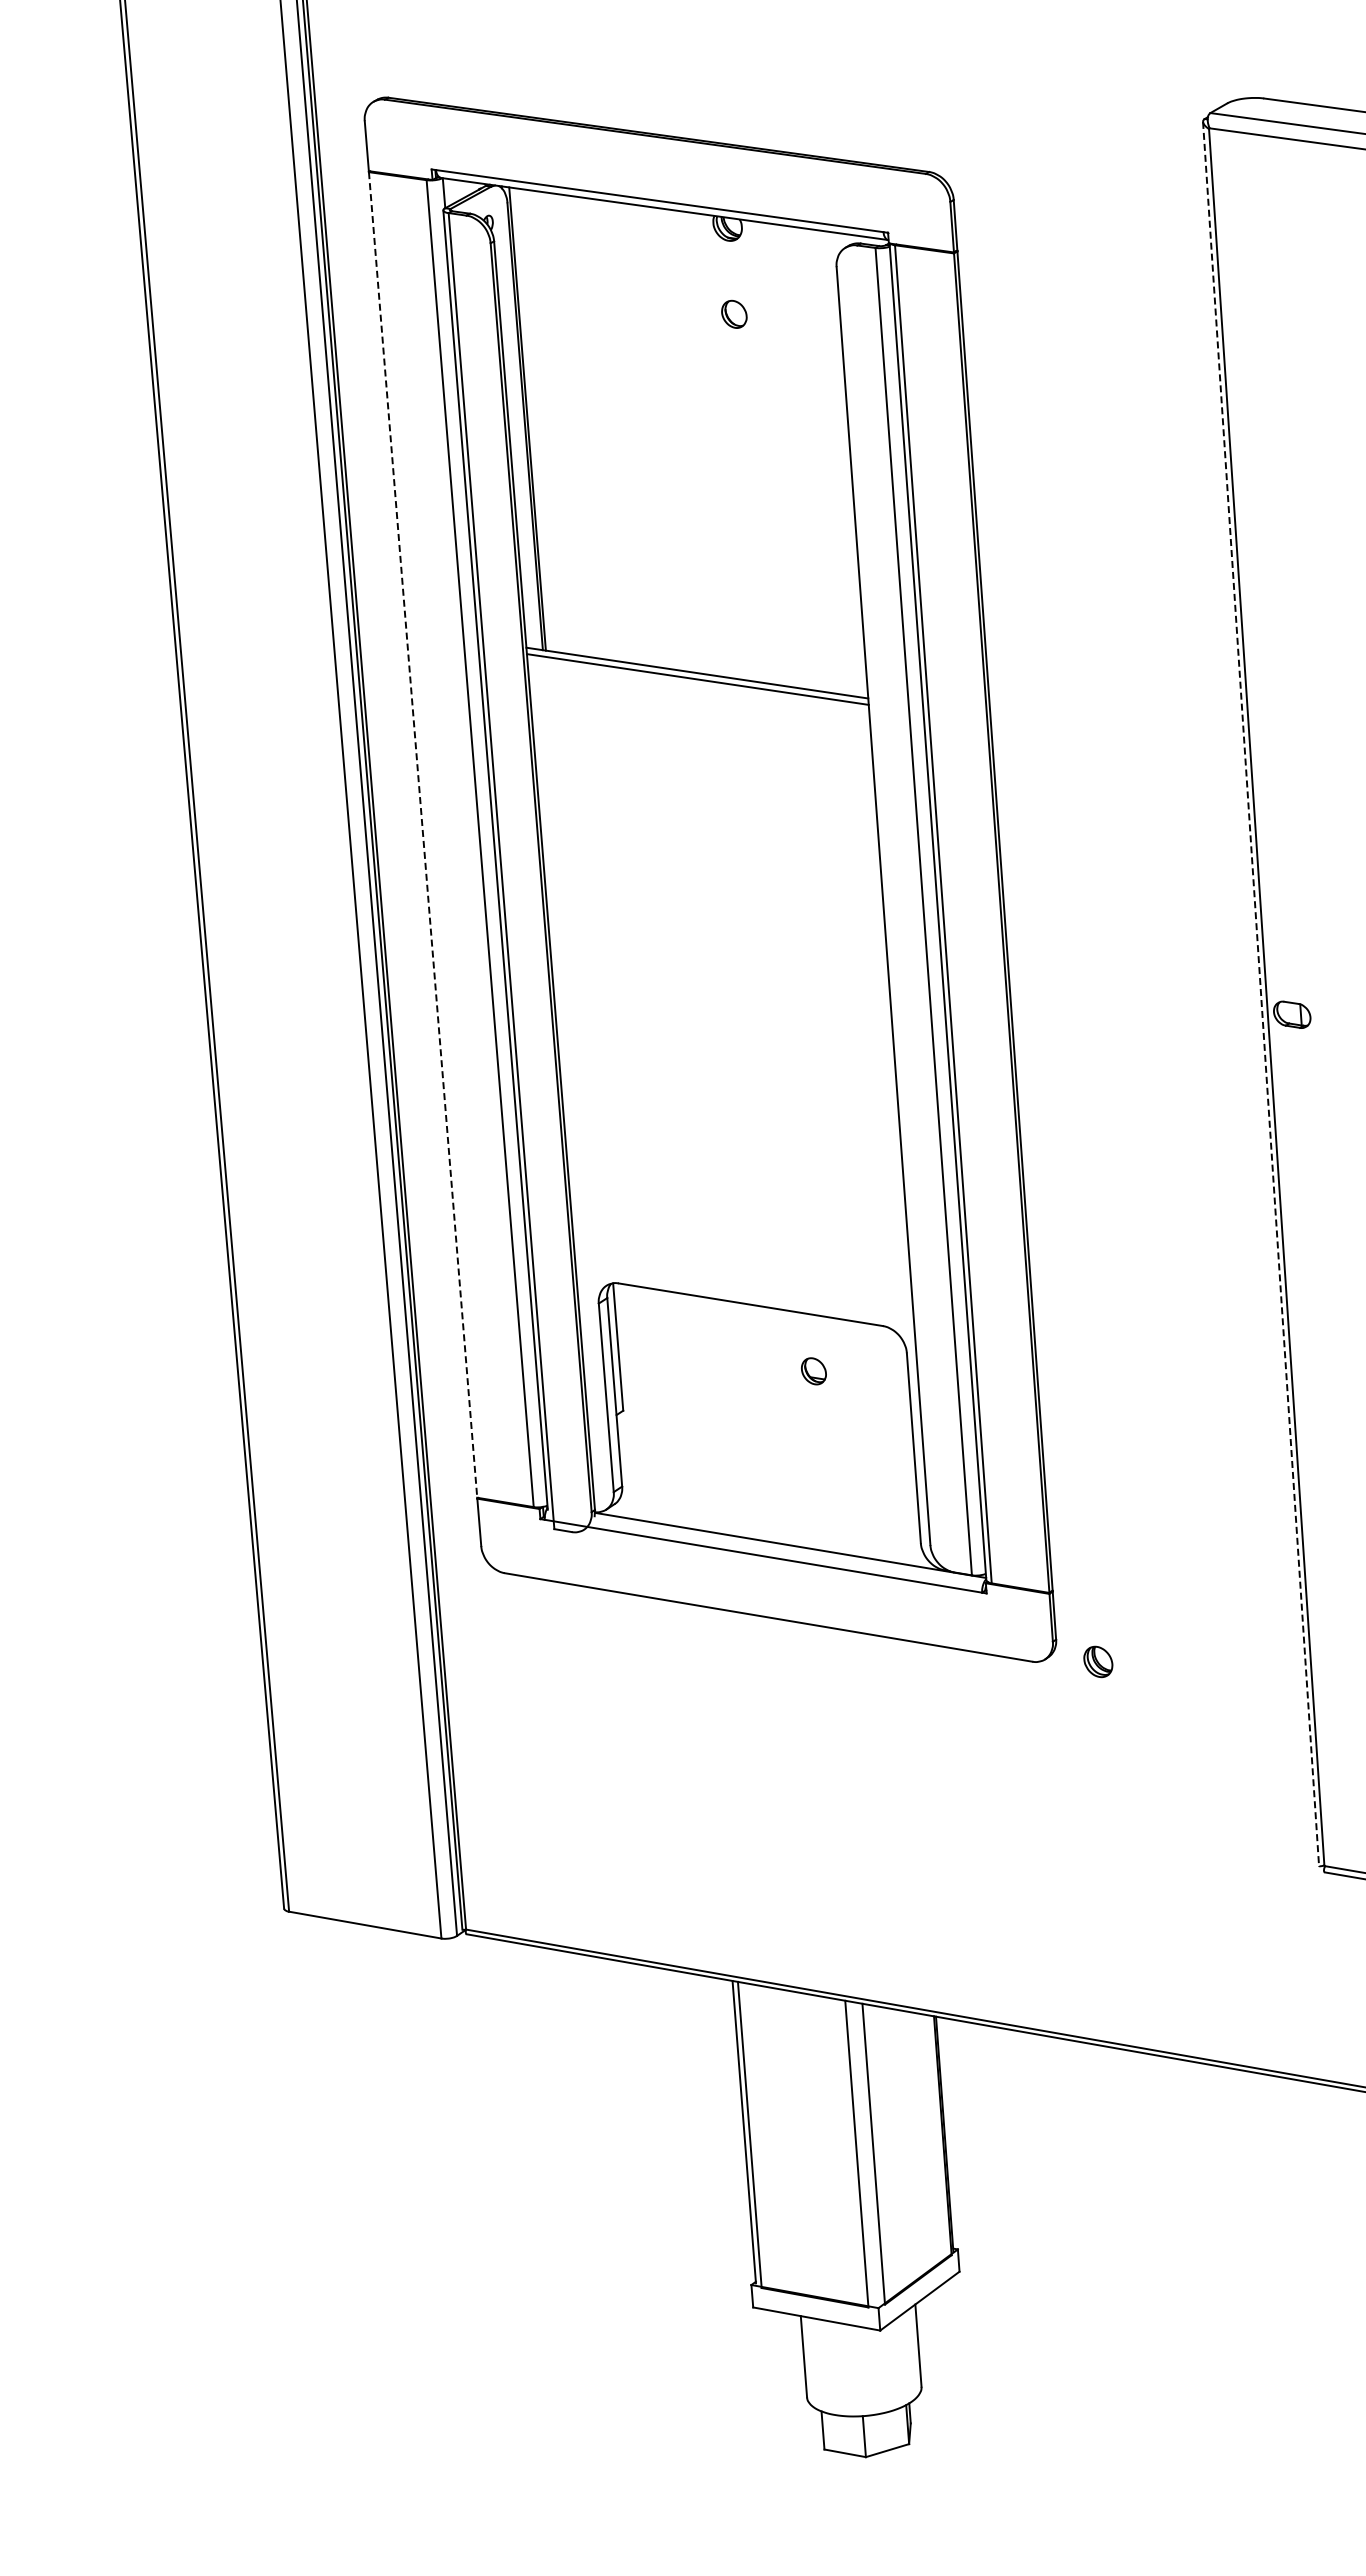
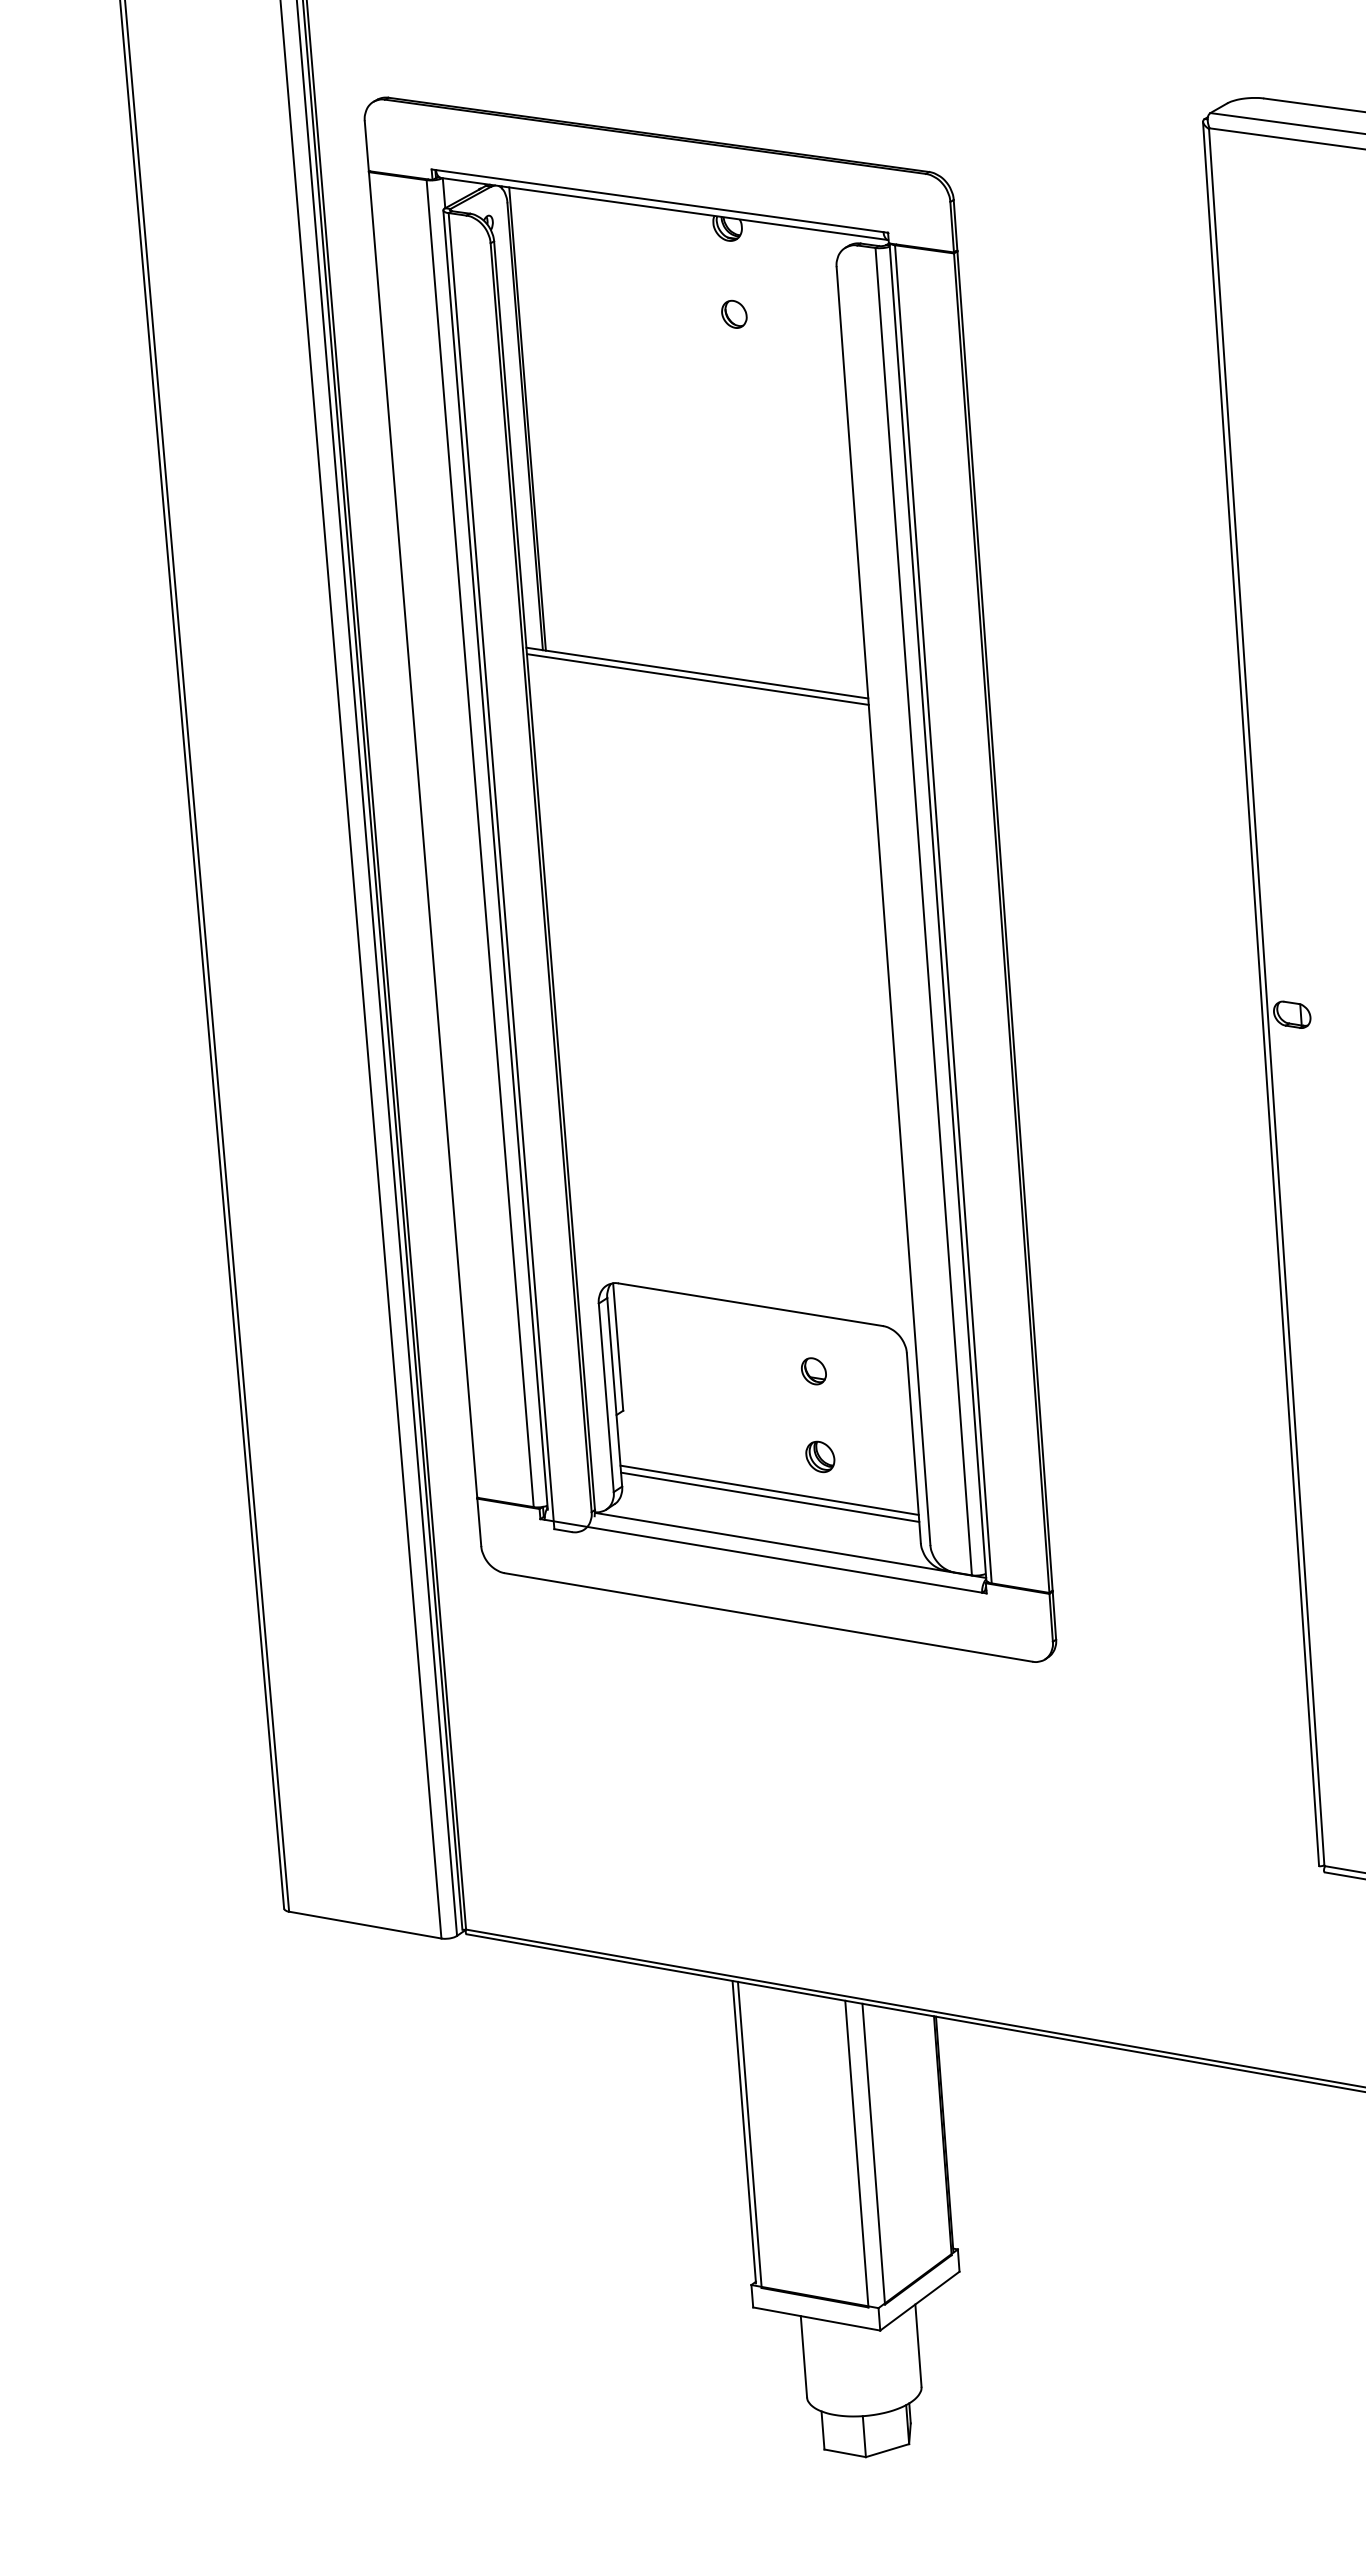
line at (423, 835): dashed -> solid
line at (1261, 993): dashed -> solid
line at (769, 1489): none -> present
line at (770, 1496): none -> present
part at (1098, 1661) position: (1098, 1661) -> (820, 1456)
